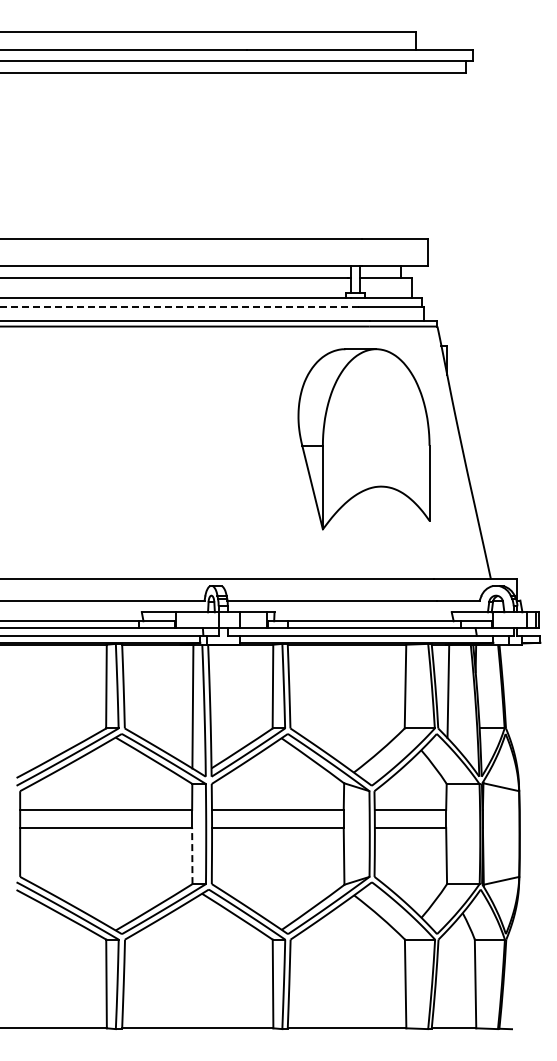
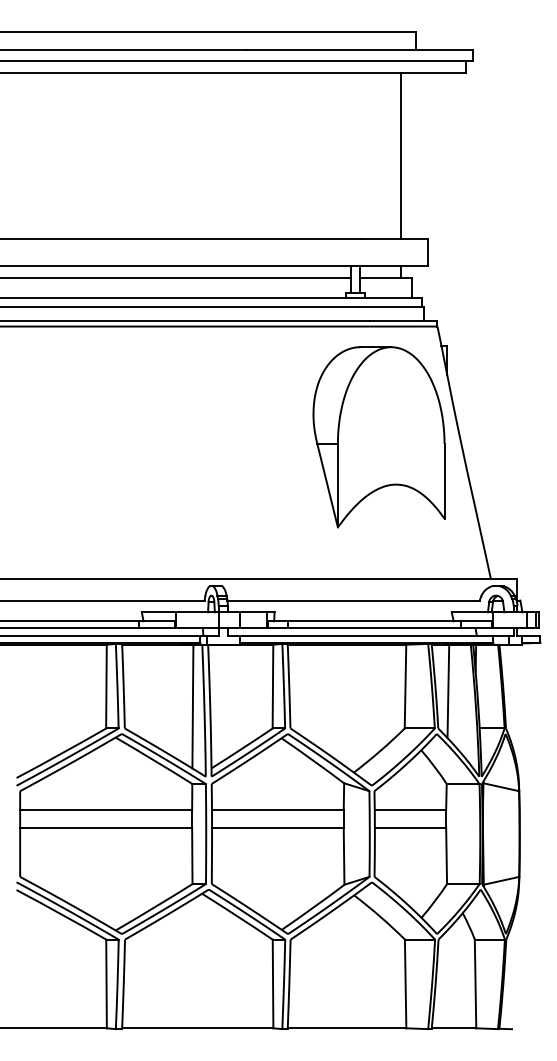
line at (400, 156): none -> present
line at (179, 306): dashed -> solid
part at (363, 439) position: (363, 439) -> (378, 437)
line at (192, 855): dashed -> solid
